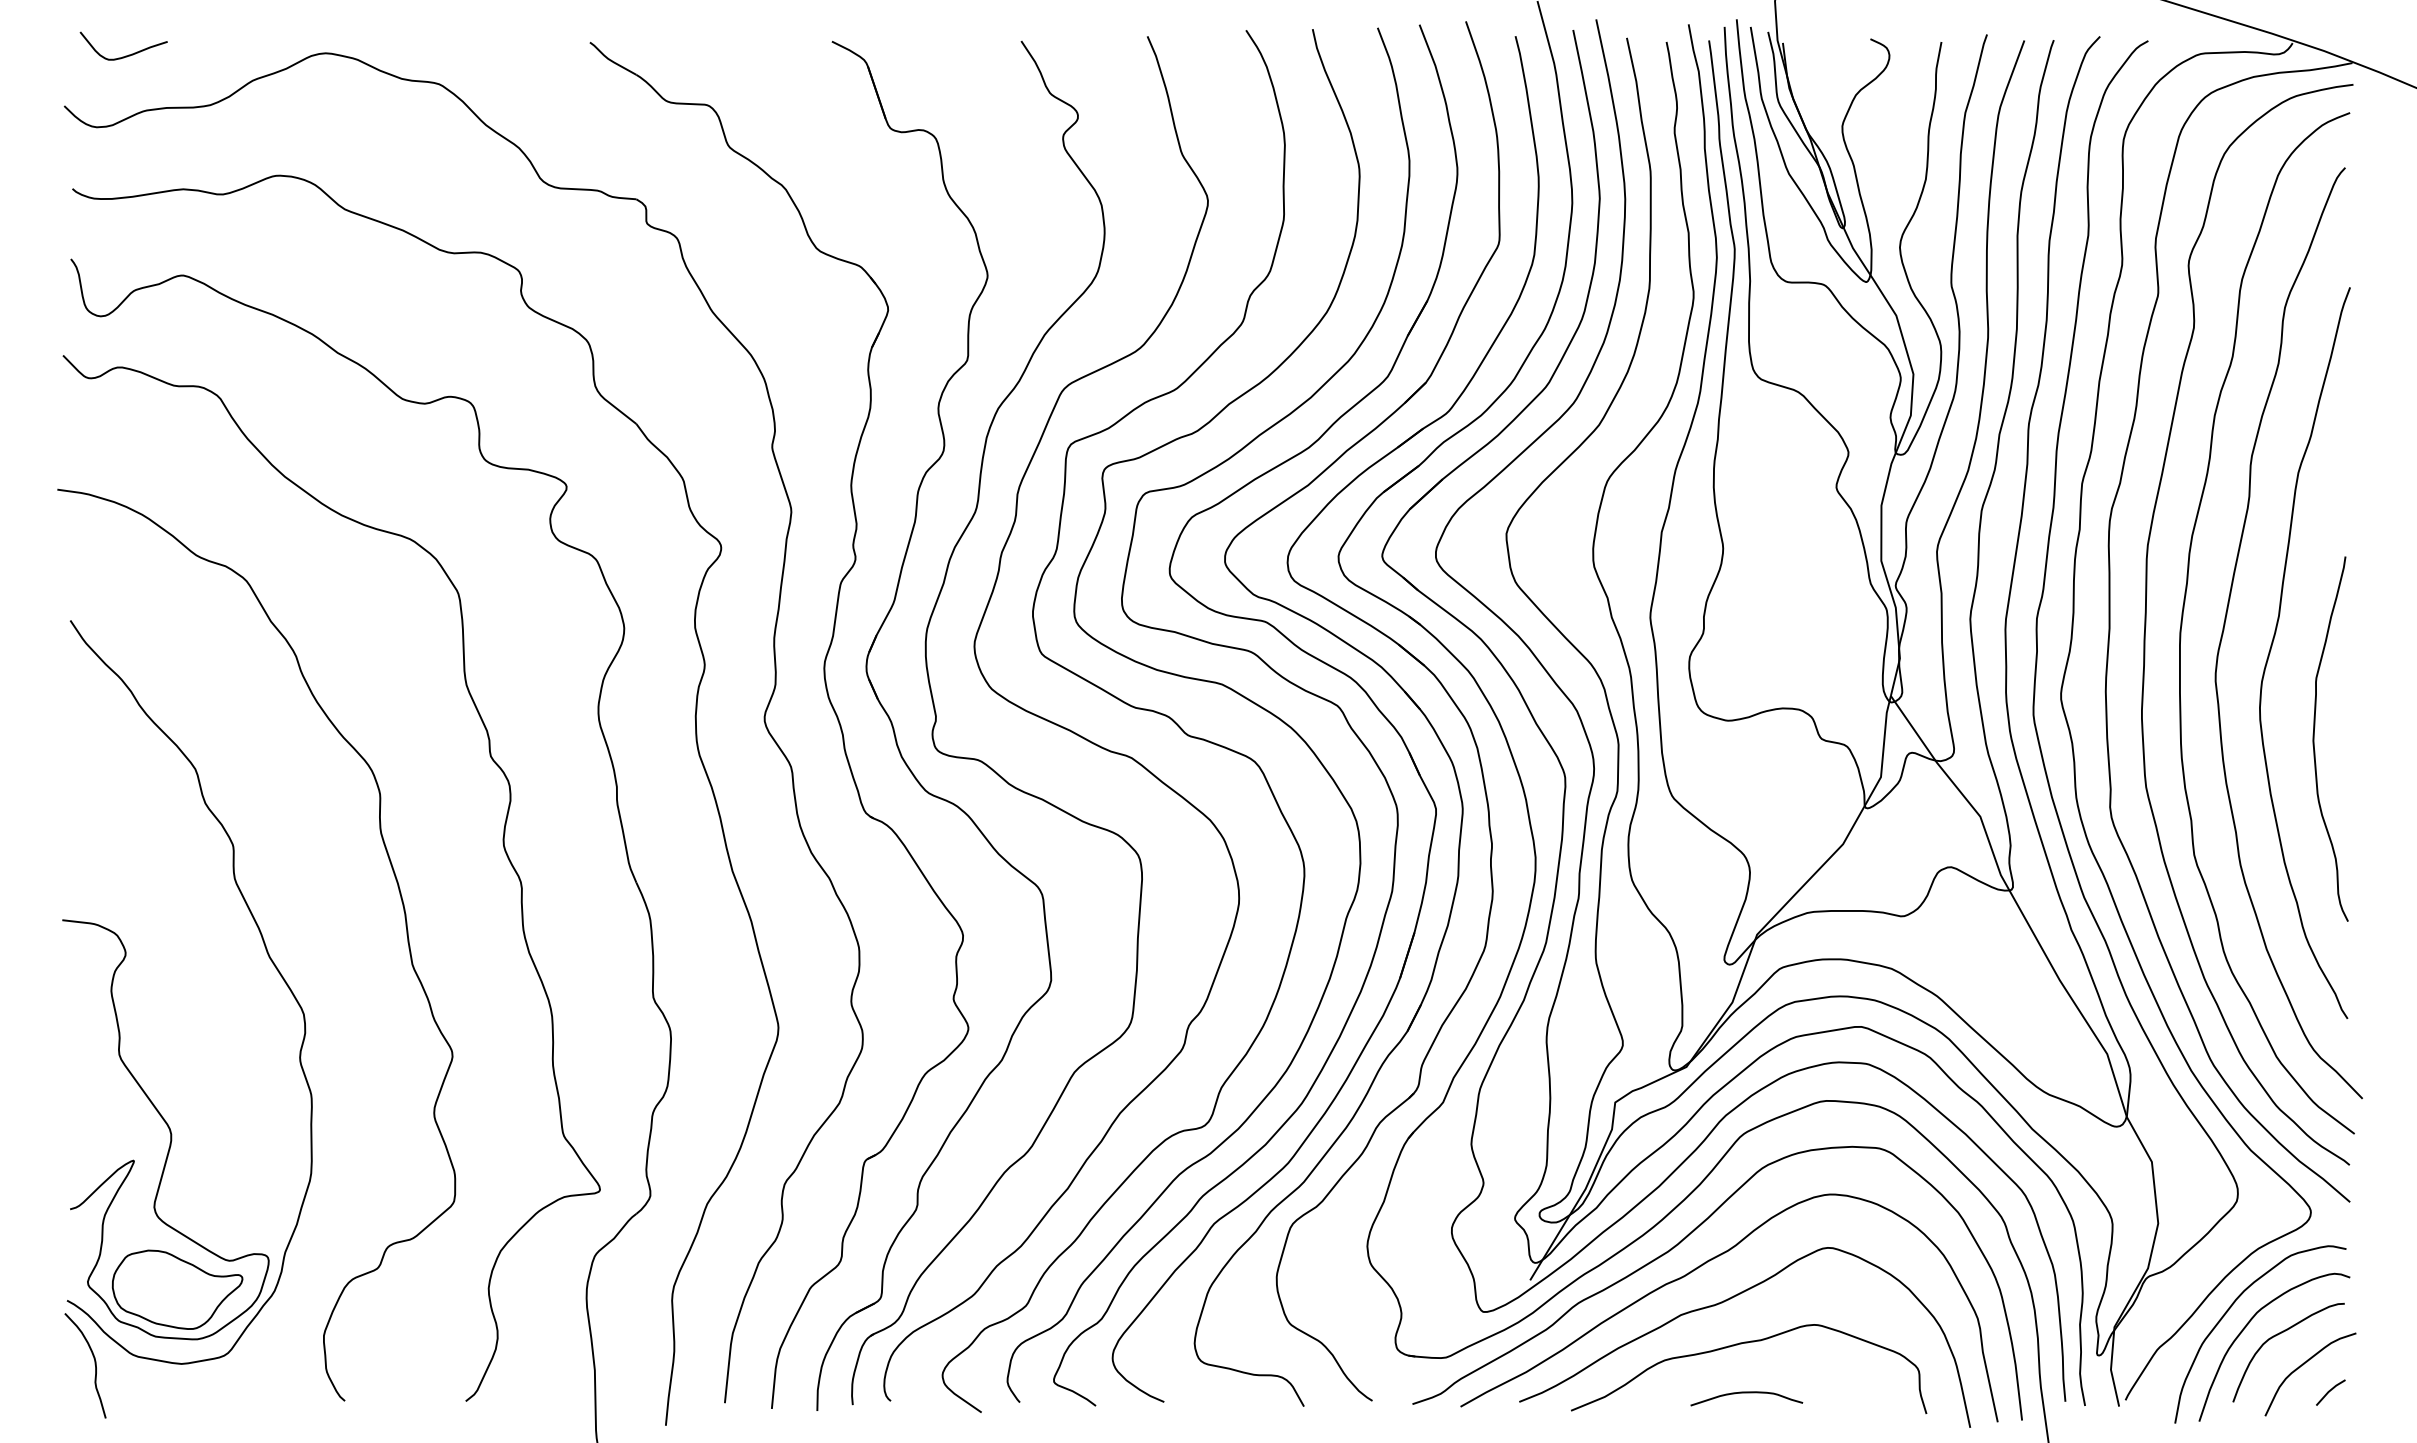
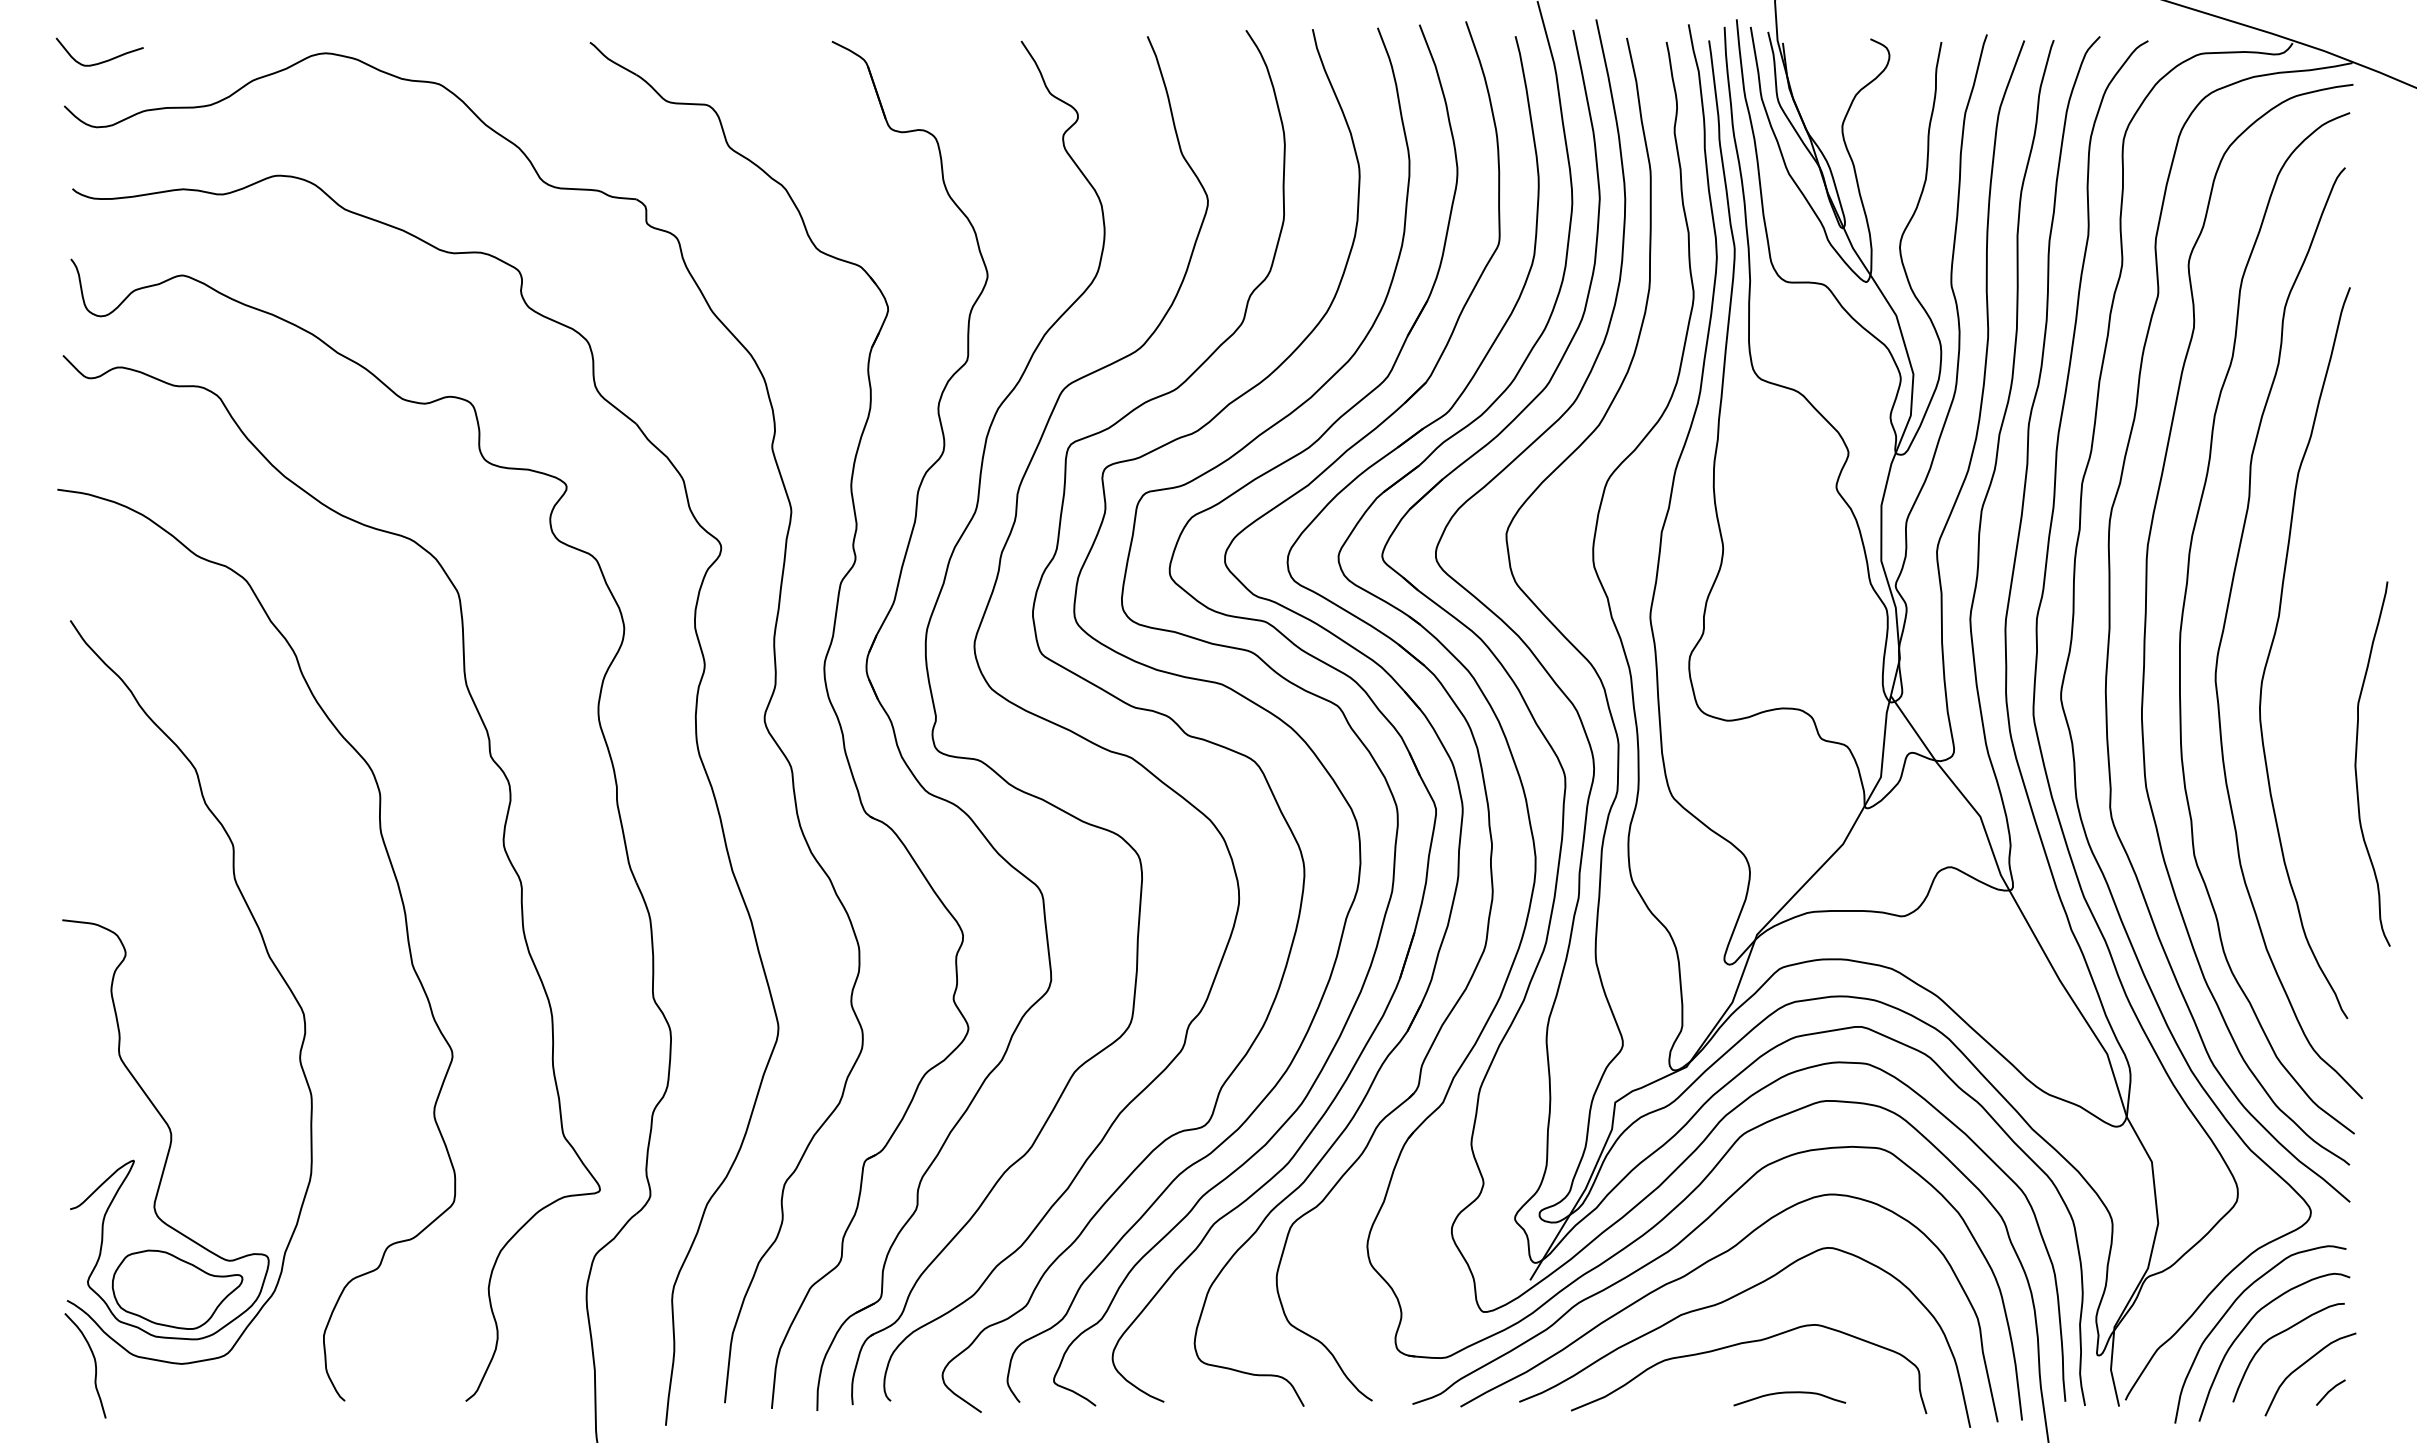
curve at (125, 55) position: (125, 55) -> (101, 61)
curve at (2314, 738) position: (2314, 738) -> (2356, 763)
curve at (1746, 1393) position: (1746, 1393) -> (1789, 1393)
